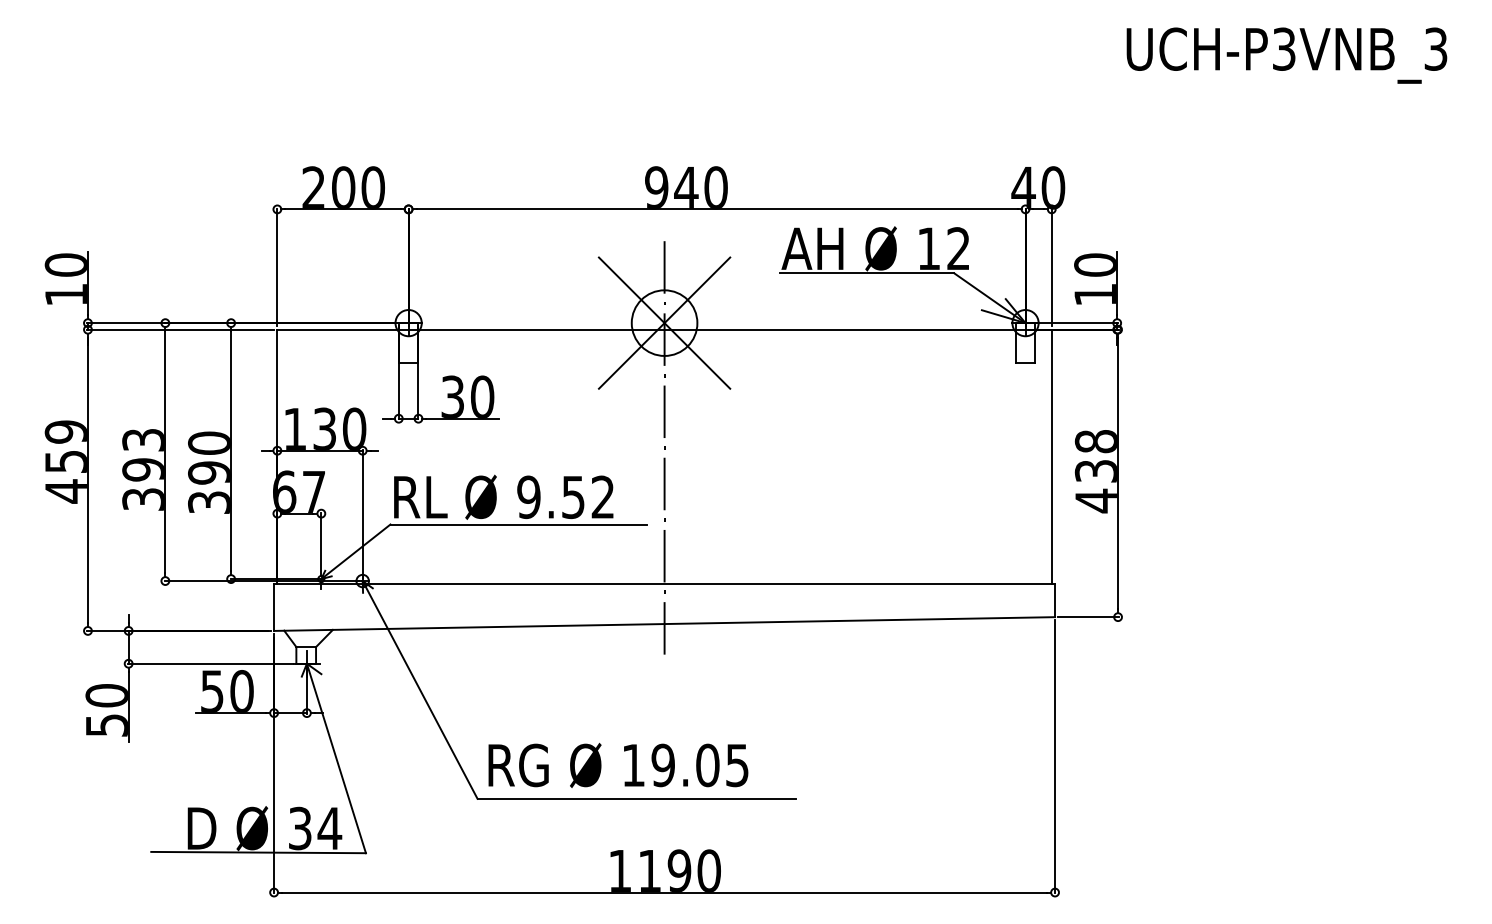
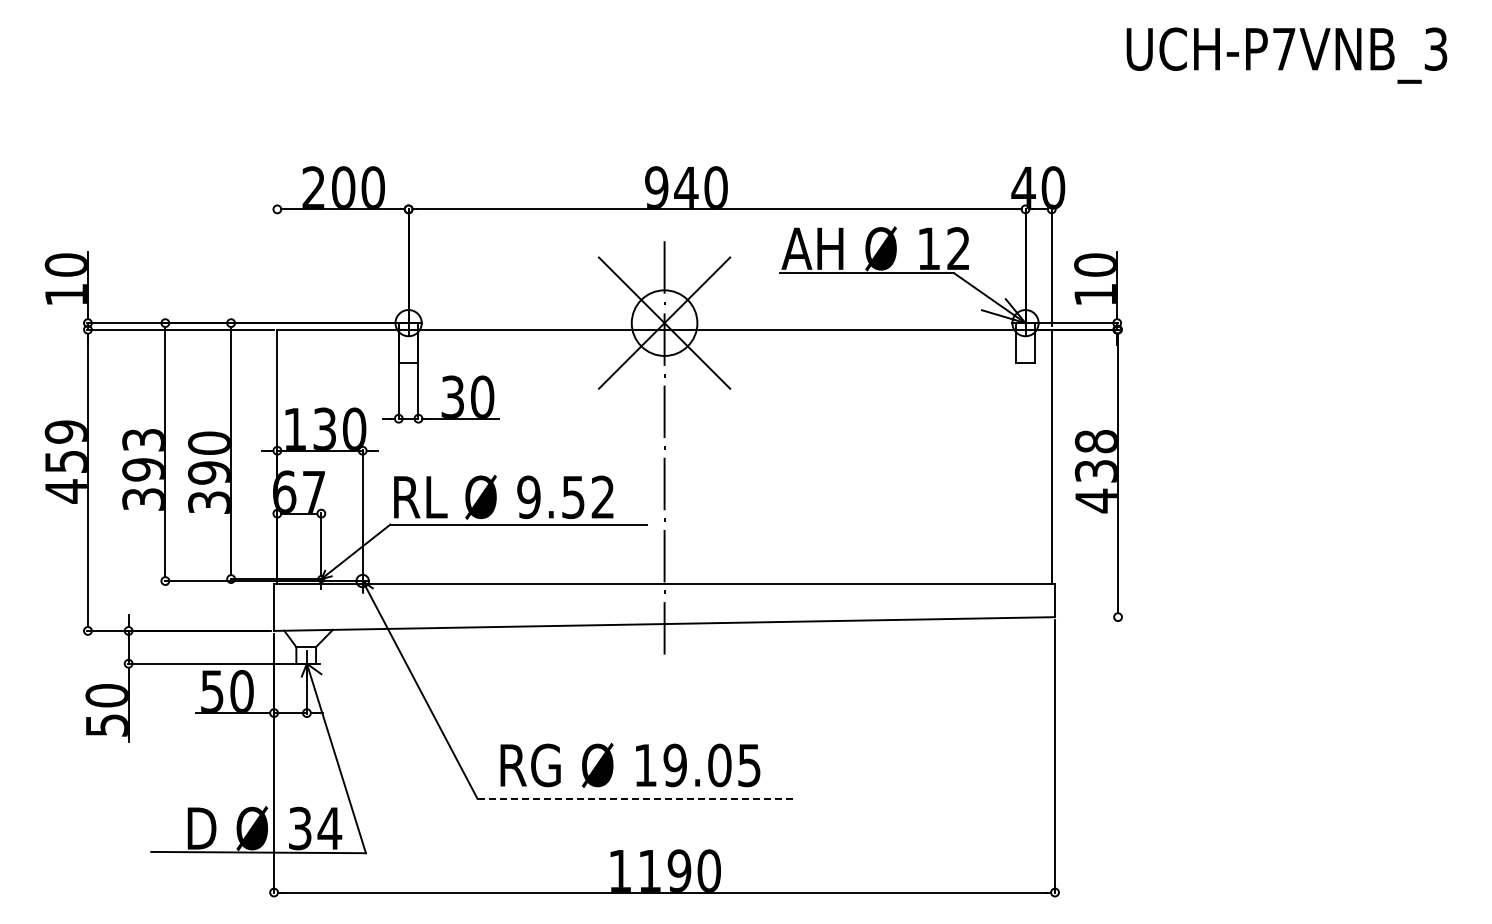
text at (1284, 48): UCH-P3VNB_3 -> UCH-P7VNB_3
line at (277, 267): present -> none
line at (1088, 617): present -> none
text at (618, 764) position: (618, 764) -> (630, 764)
line at (637, 798): solid -> dashed
